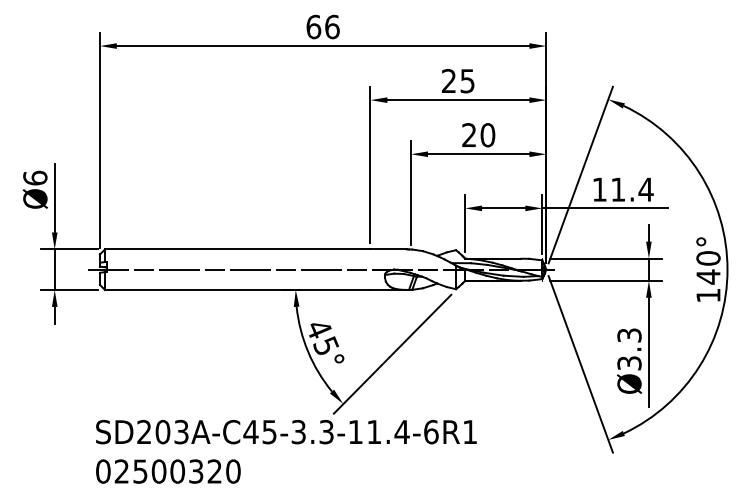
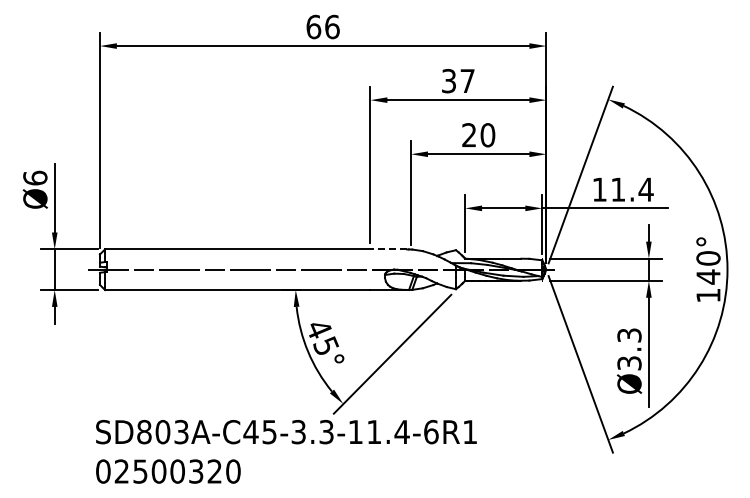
text at (458, 81): 25 -> 37
line at (388, 249): solid -> dashed
text at (144, 432): SD203A-C45-3.3-11.4-6R1 -> SD803A-C45-3.3-11.4-6R1
